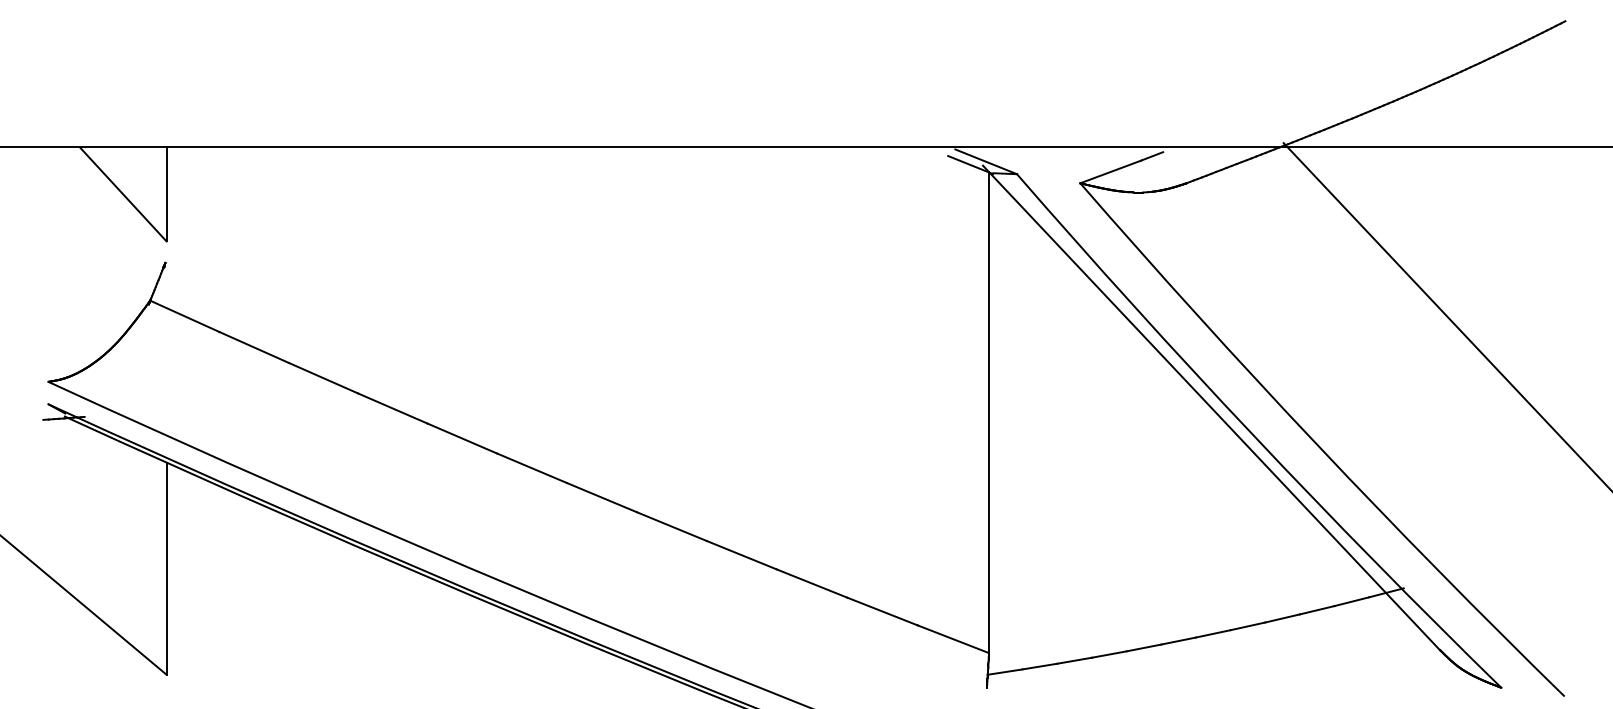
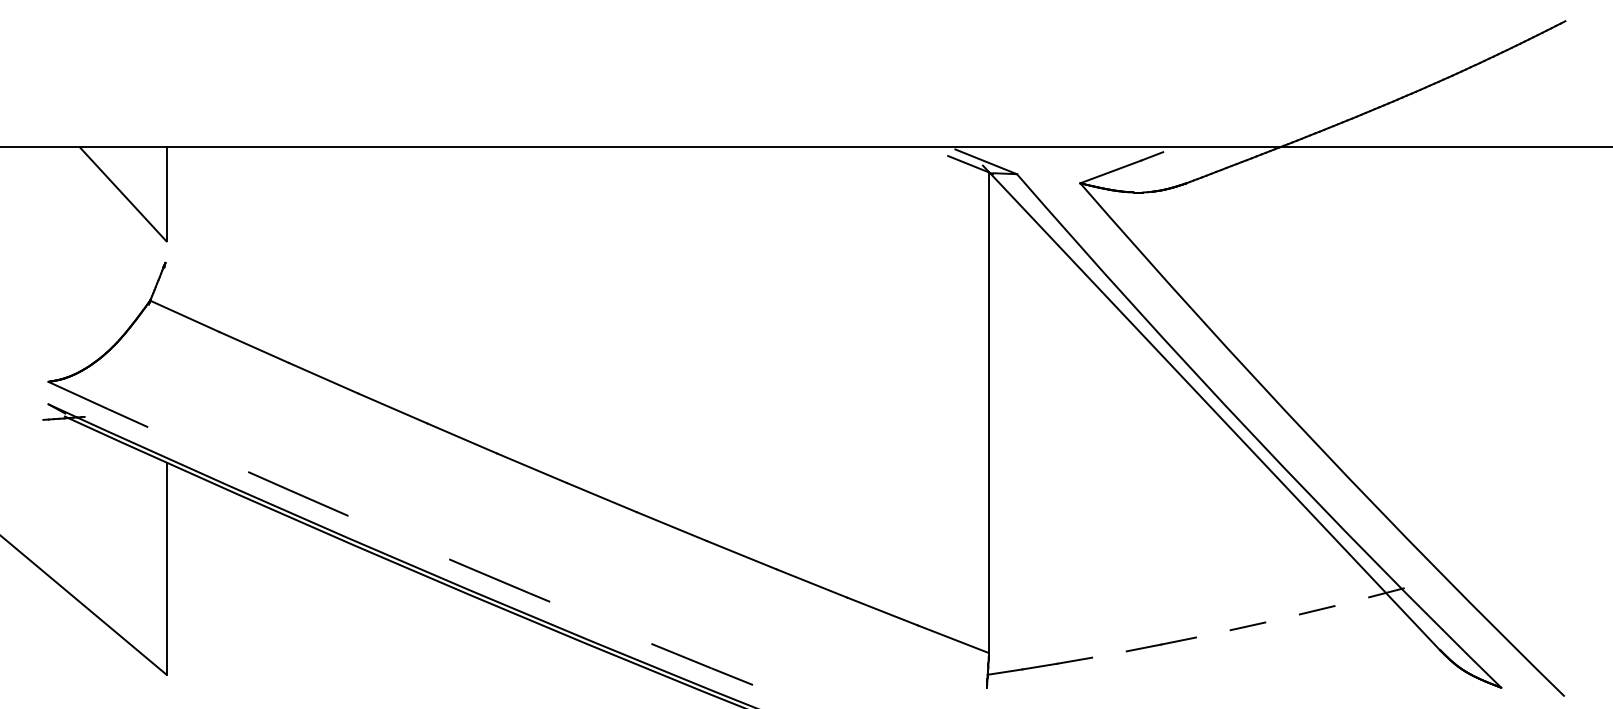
line at (1446, 315): present -> none
arc at (428, 550): solid -> dashed
line at (1351, 601): present -> none
line at (1282, 618): present -> none
line at (1213, 633): present -> none
line at (1109, 654): present -> none
